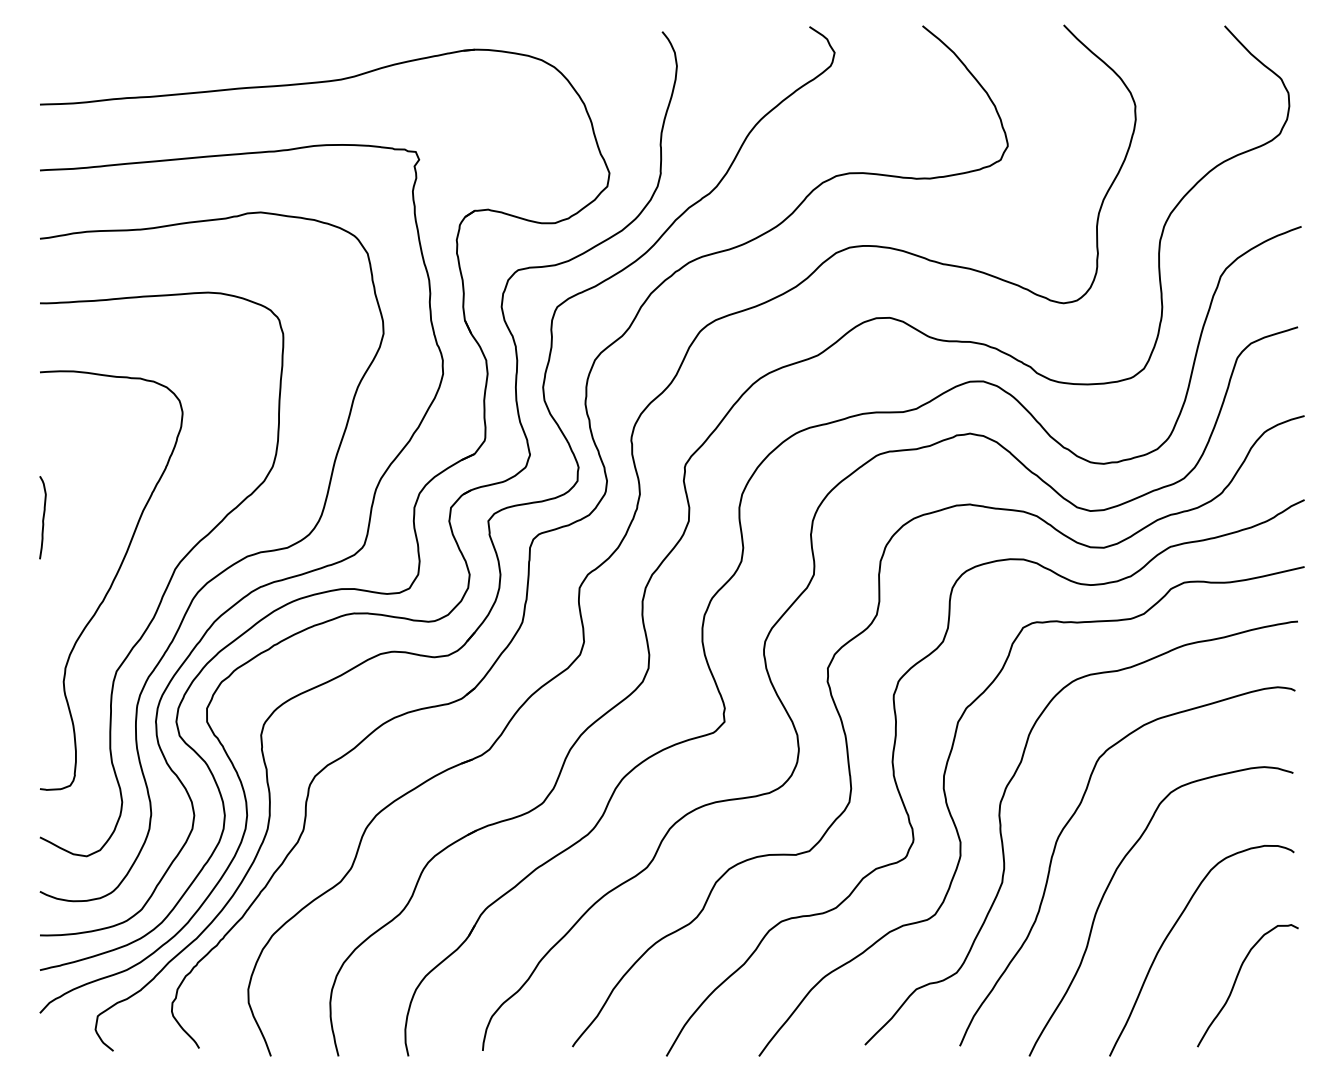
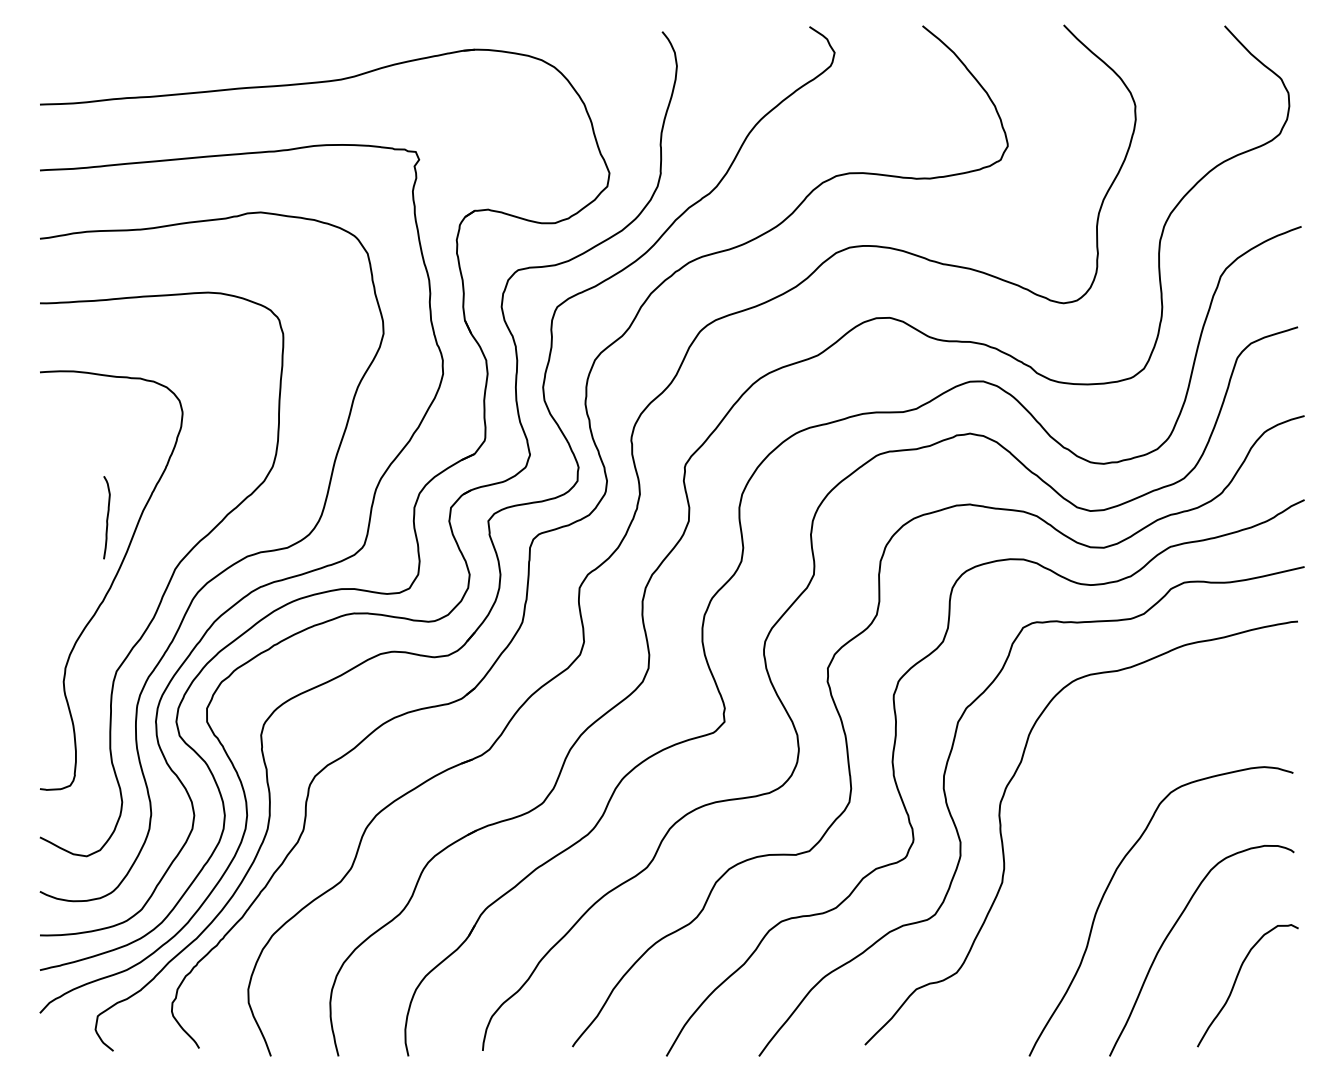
curve at (42, 517) position: (42, 517) -> (106, 517)
curve at (1066, 826): present -> none
